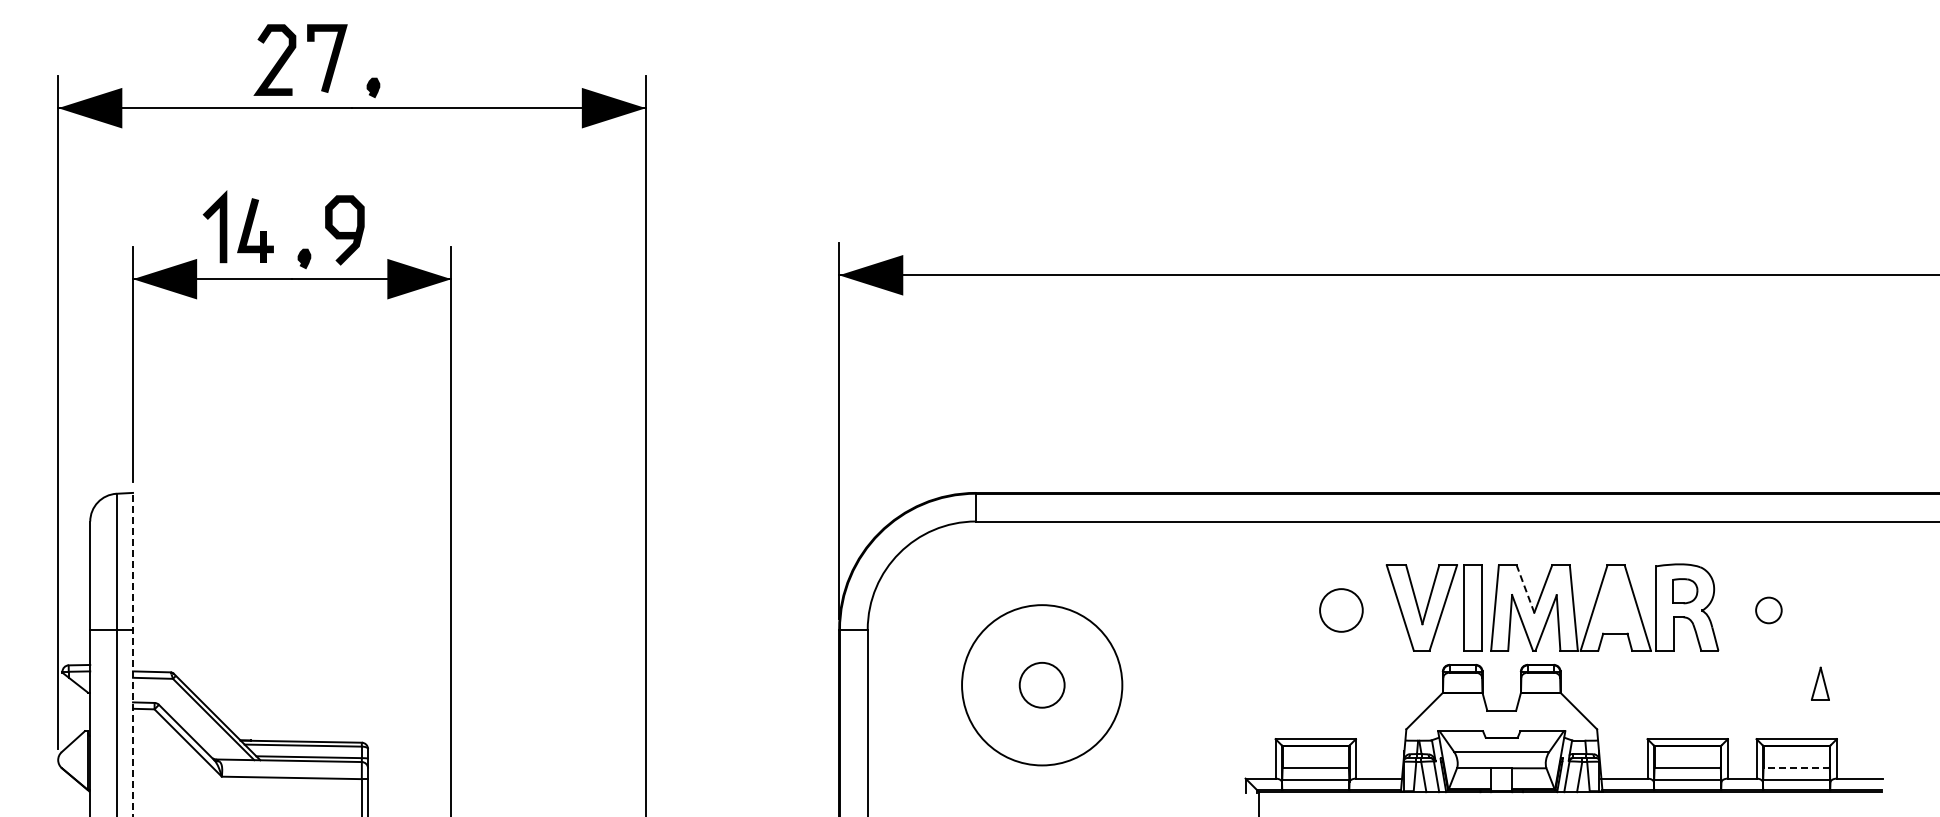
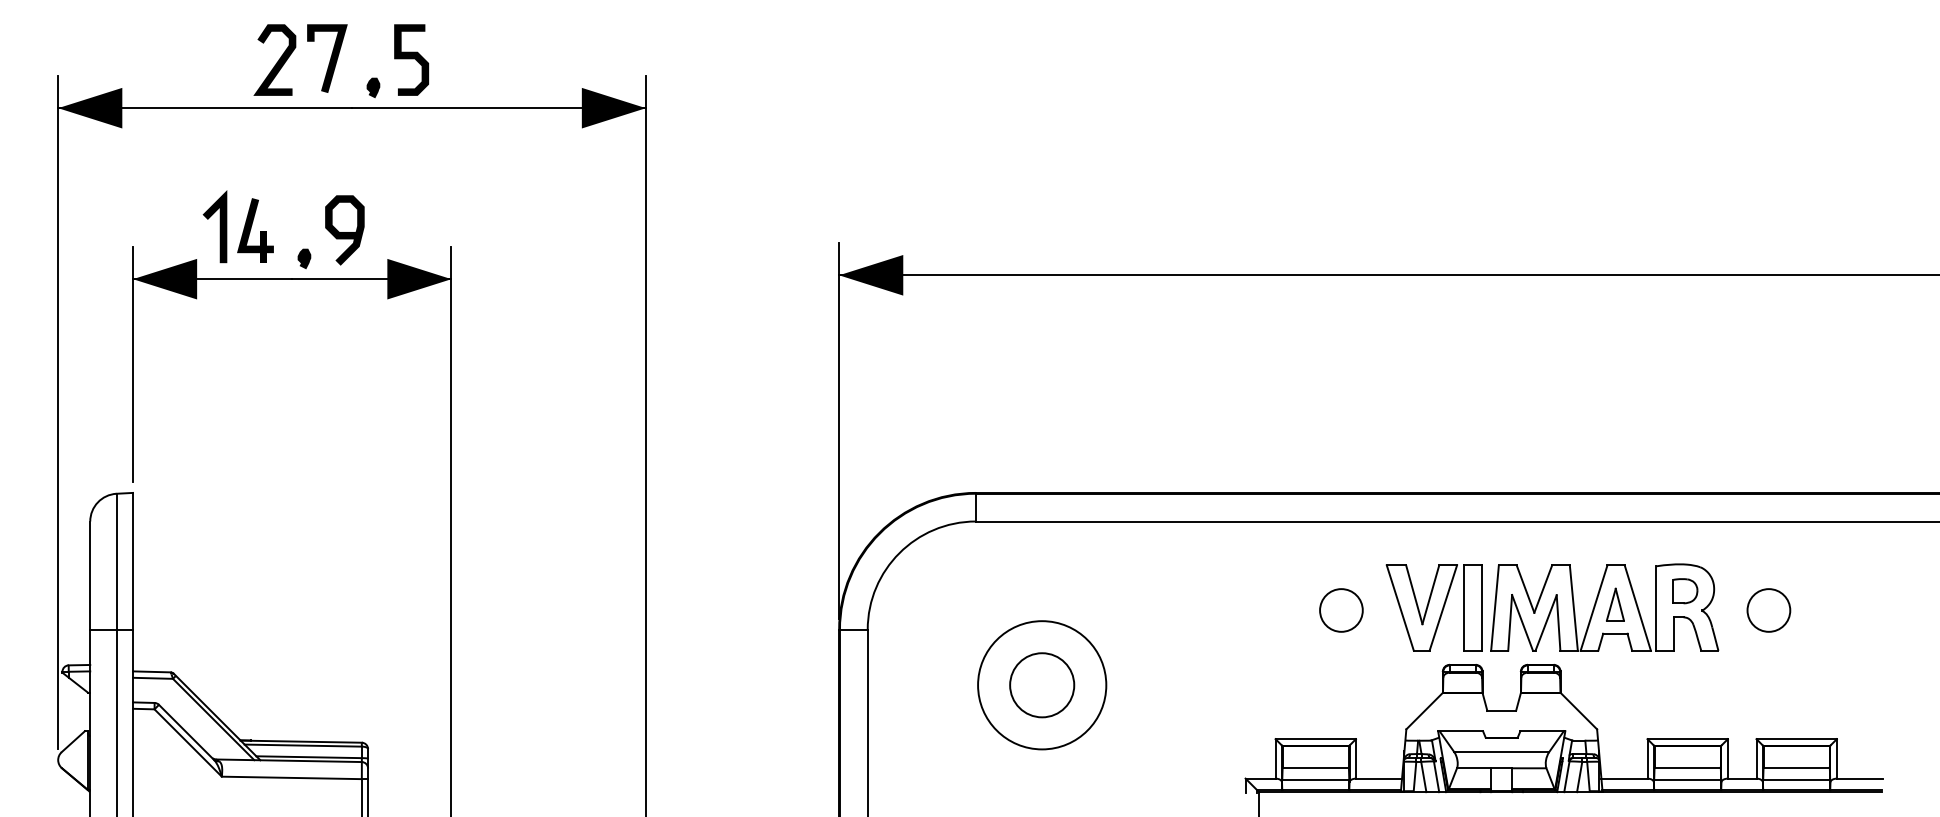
curve at (411, 59): none -> present
line at (1525, 588): dashed -> solid
circle at (1768, 610) diameter: 26 px -> 43 px
line at (133, 654): dashed -> solid
part at (1820, 683) position: (1820, 683) -> (1615, 604)
circle at (1041, 684) diameter: 45 px -> 64 px
circle at (1042, 685) diameter: 160 px -> 128 px
line at (1796, 767): dashed -> solid
